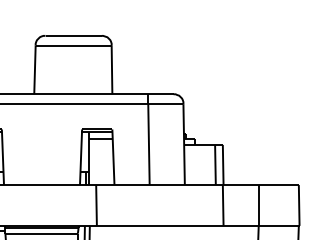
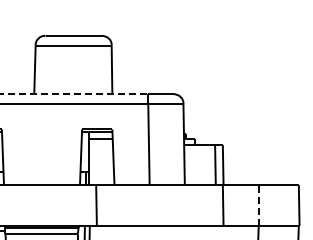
line at (74, 94): solid -> dashed
line at (258, 204): solid -> dashed
